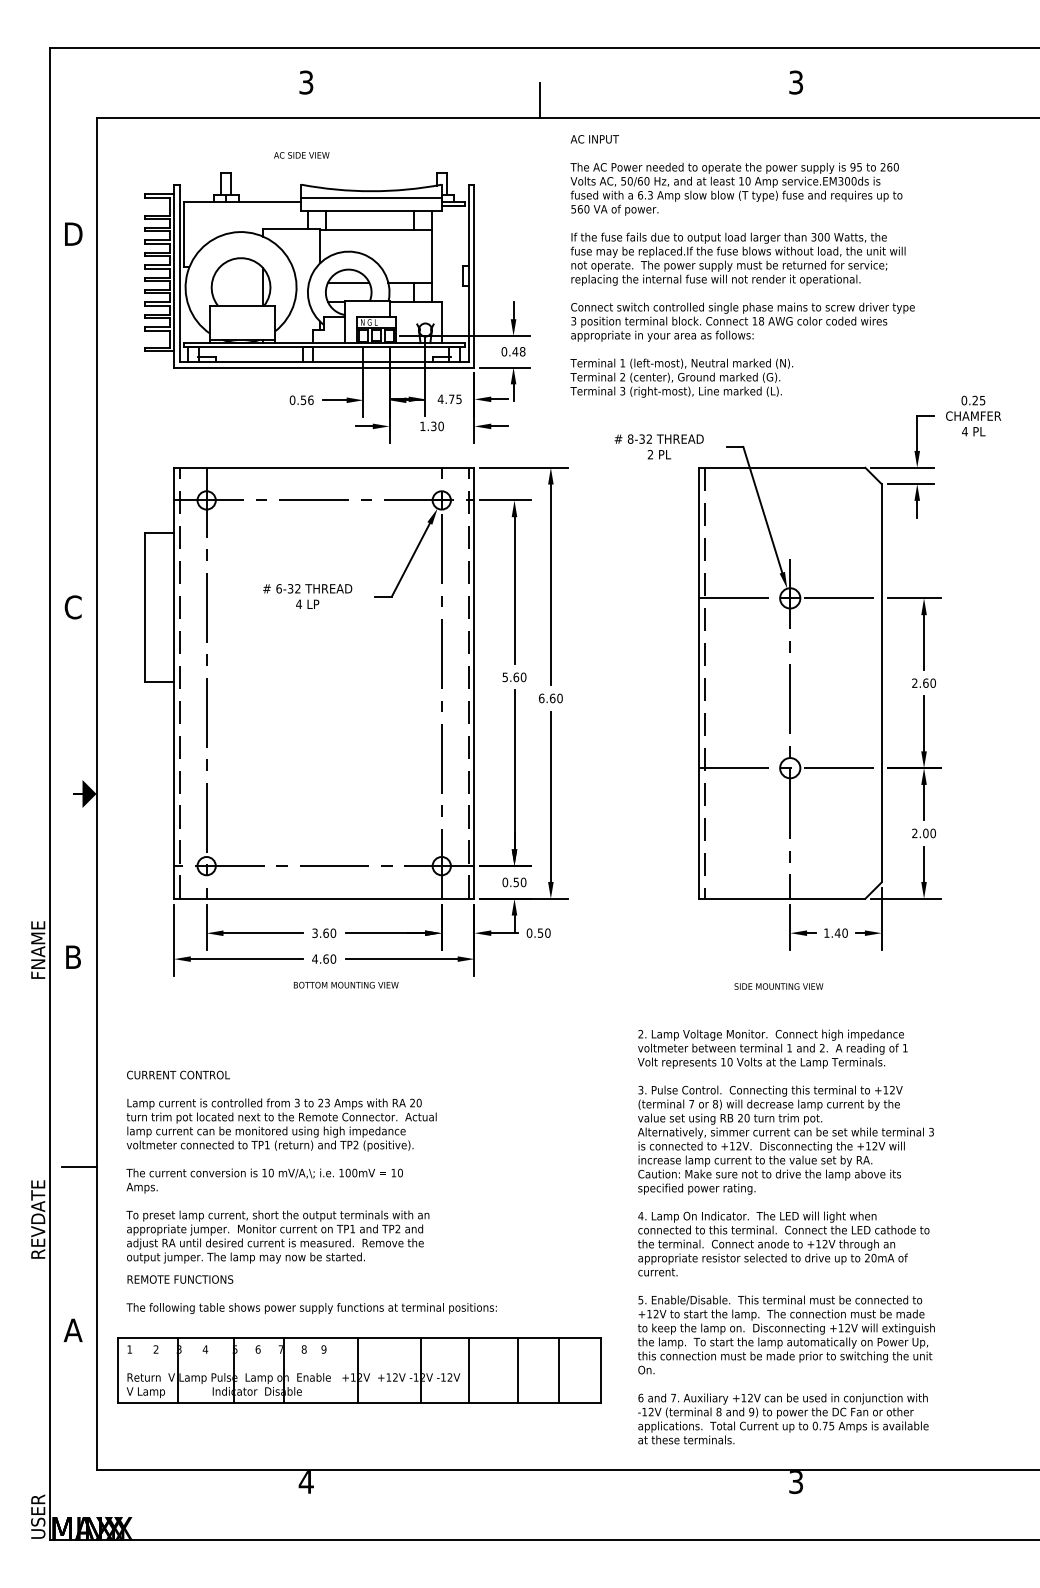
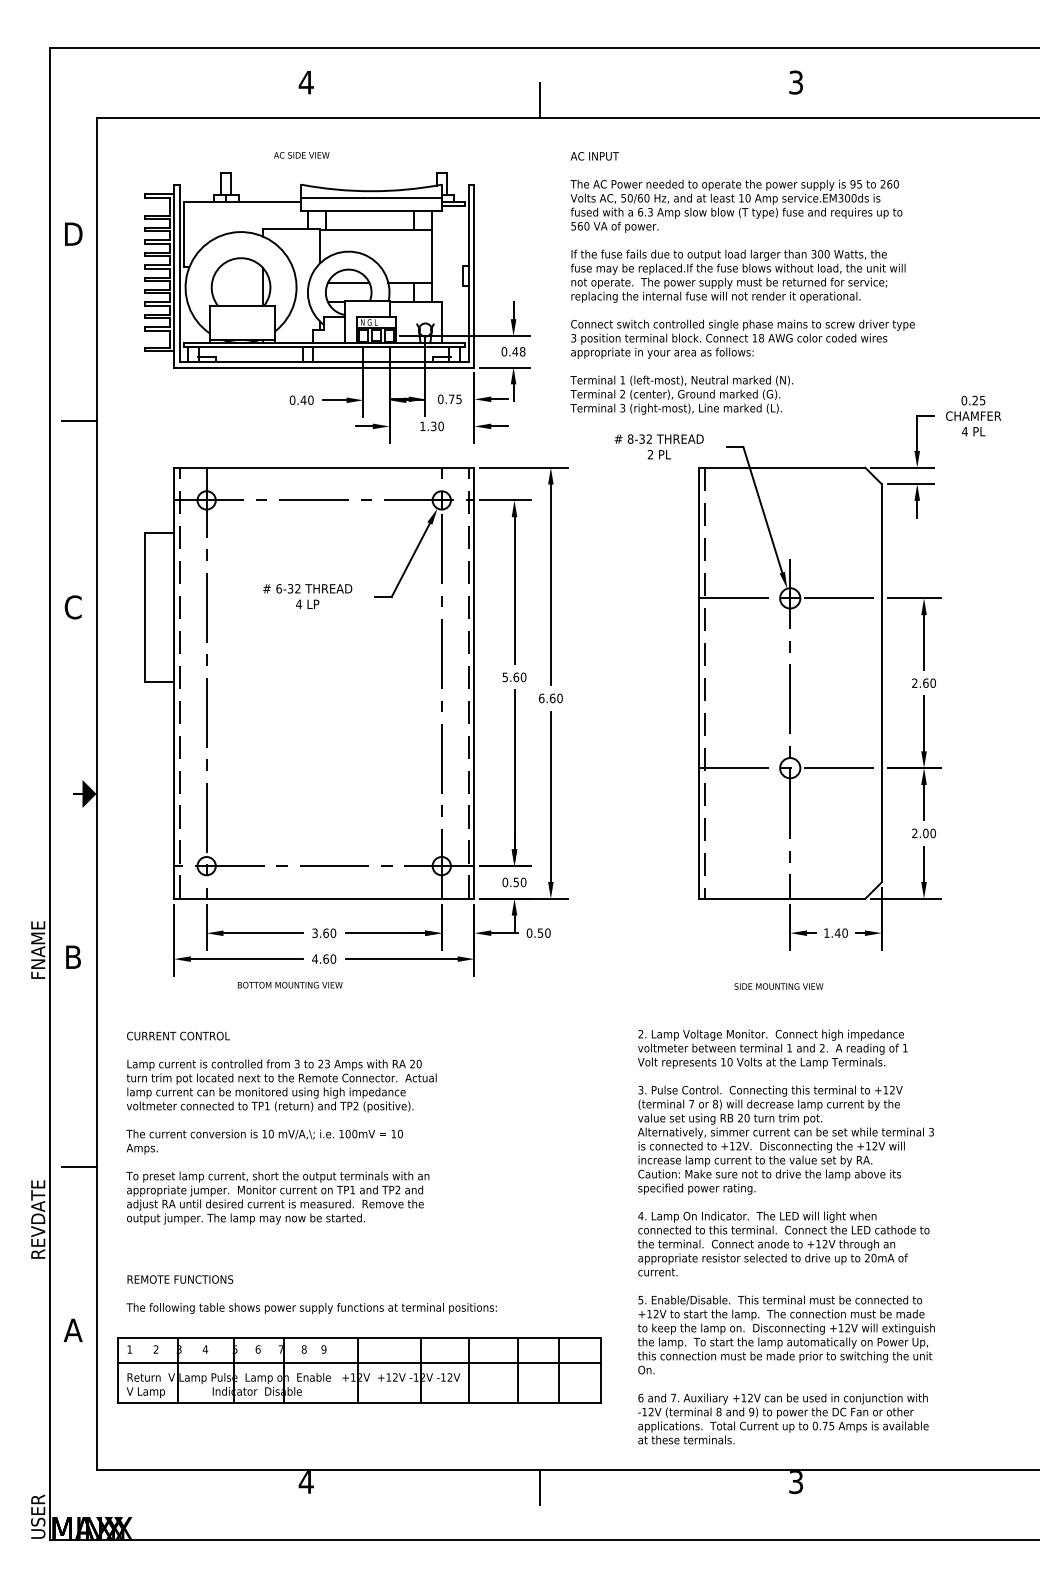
text at (305, 82): 3 -> 4
text at (742, 266) position: (742, 266) -> (742, 283)
text at (306, 399): 0.56 -> 0.40
text at (440, 399): 4.75 -> 0.75
line at (78, 420): none -> present
text at (346, 984) position: (346, 984) -> (290, 984)
text at (281, 1166) position: (281, 1166) -> (281, 1127)
line at (359, 1363): none -> present
line at (539, 1487): none -> present
